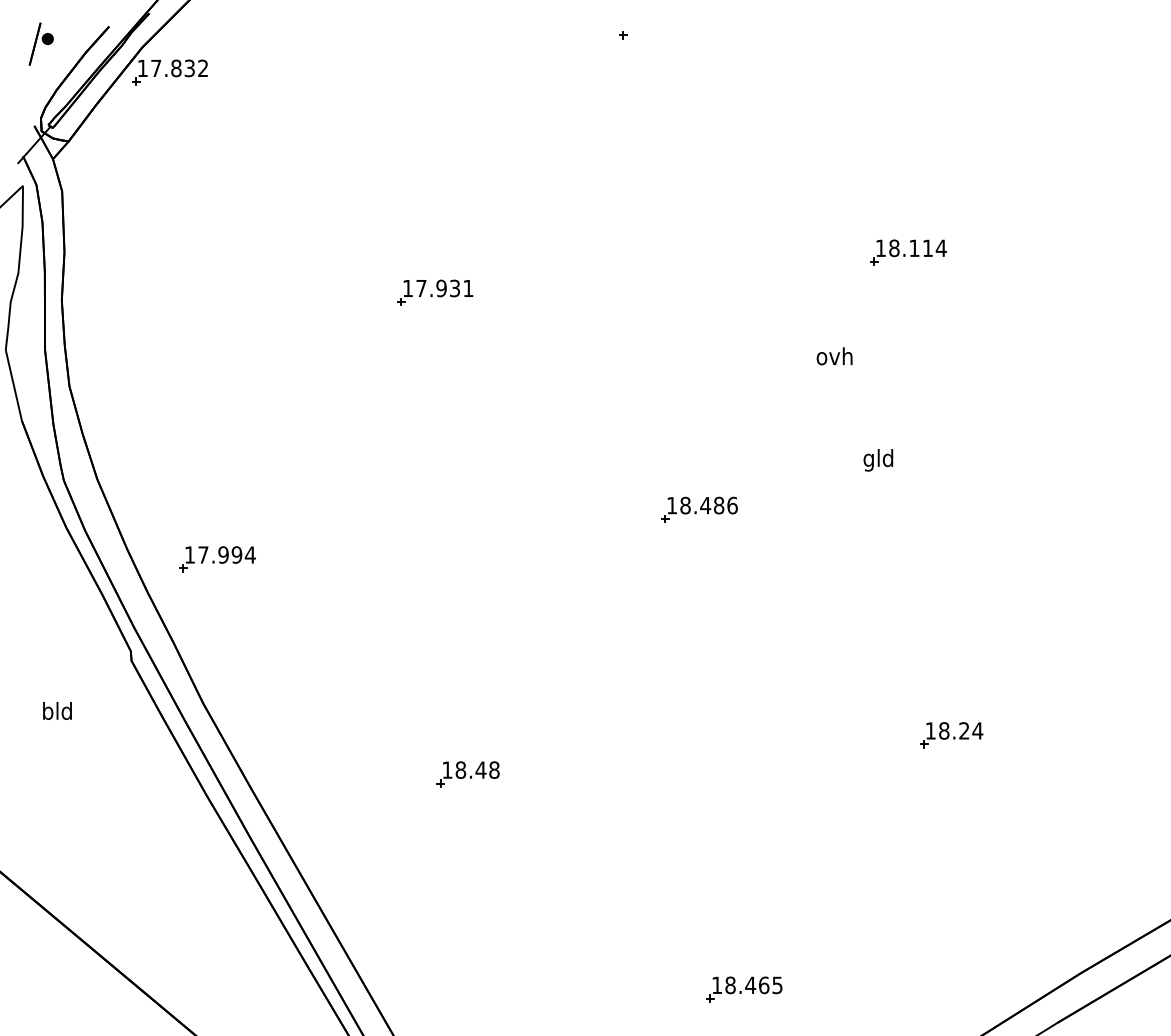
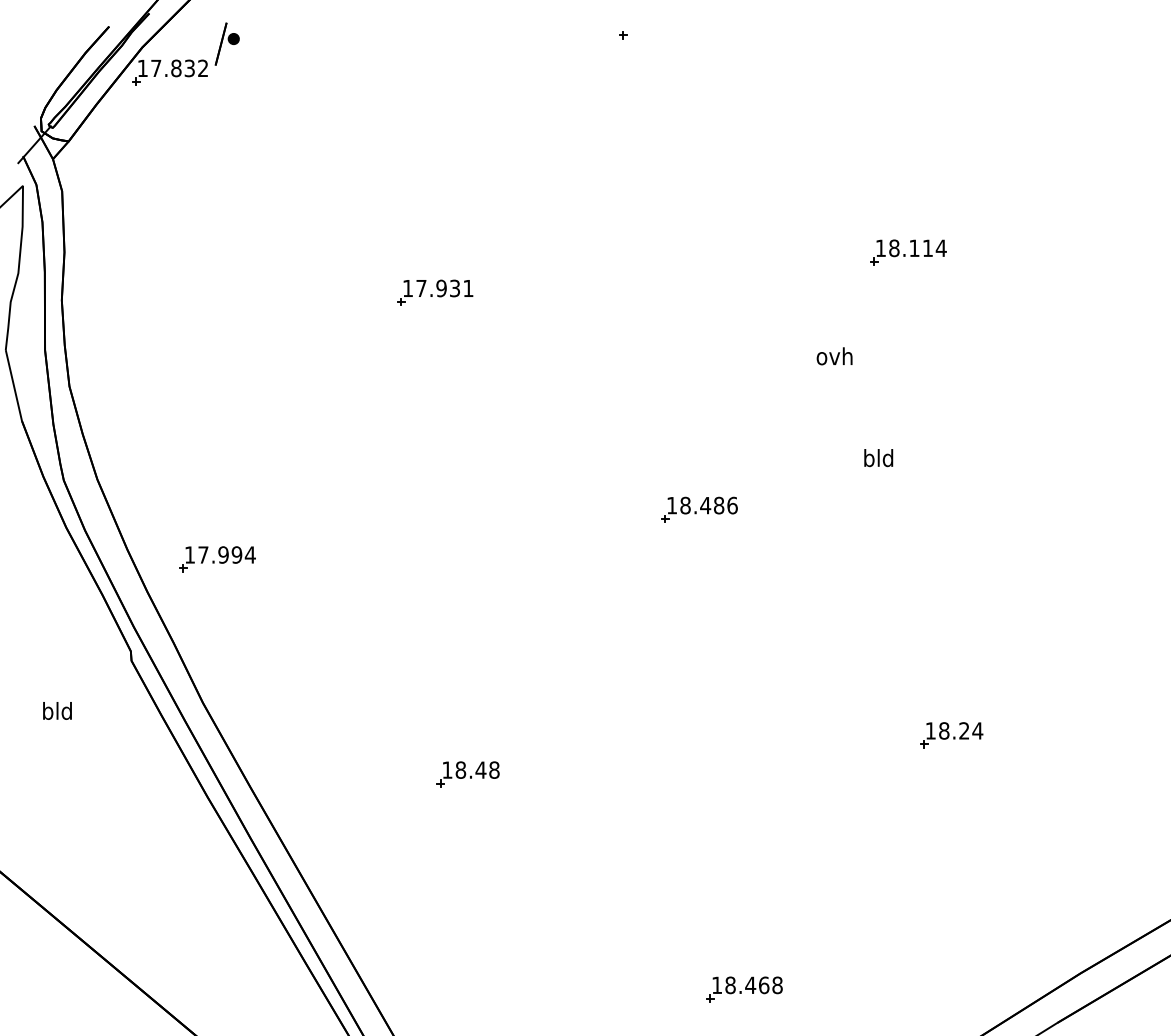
part at (40, 43) position: (40, 43) -> (226, 43)
text at (868, 460): gld -> bld
text at (777, 985): 18.465 -> 18.468
